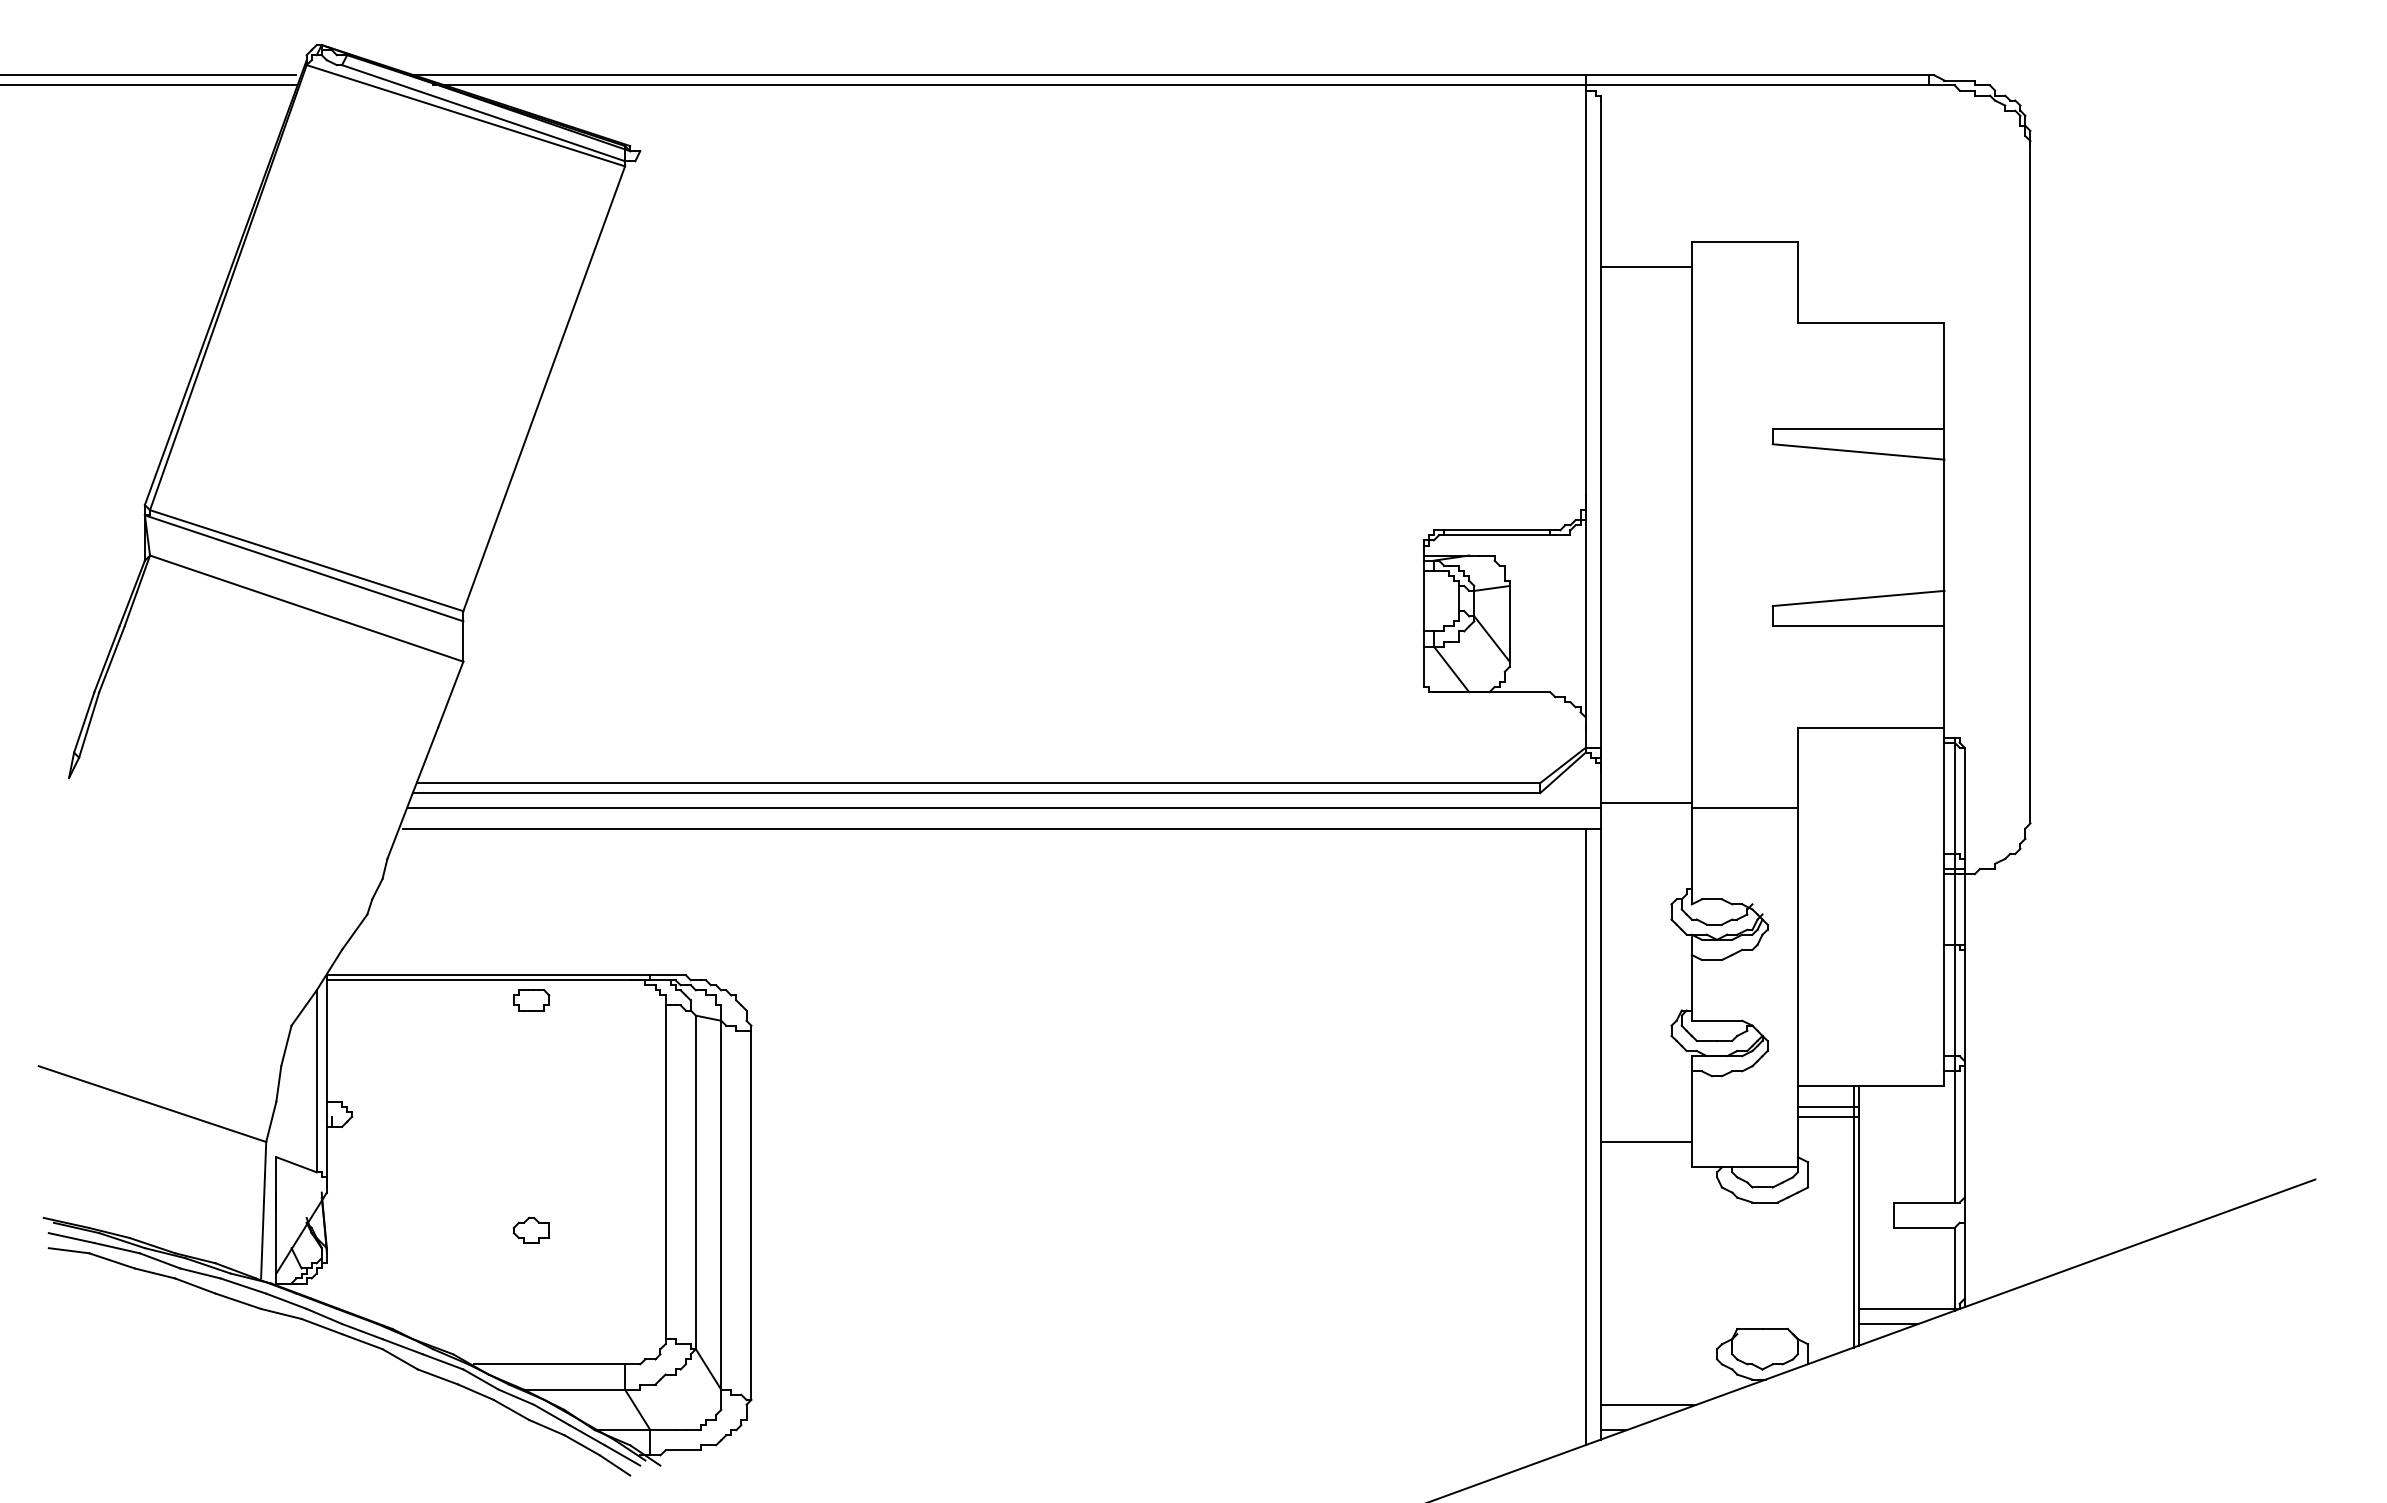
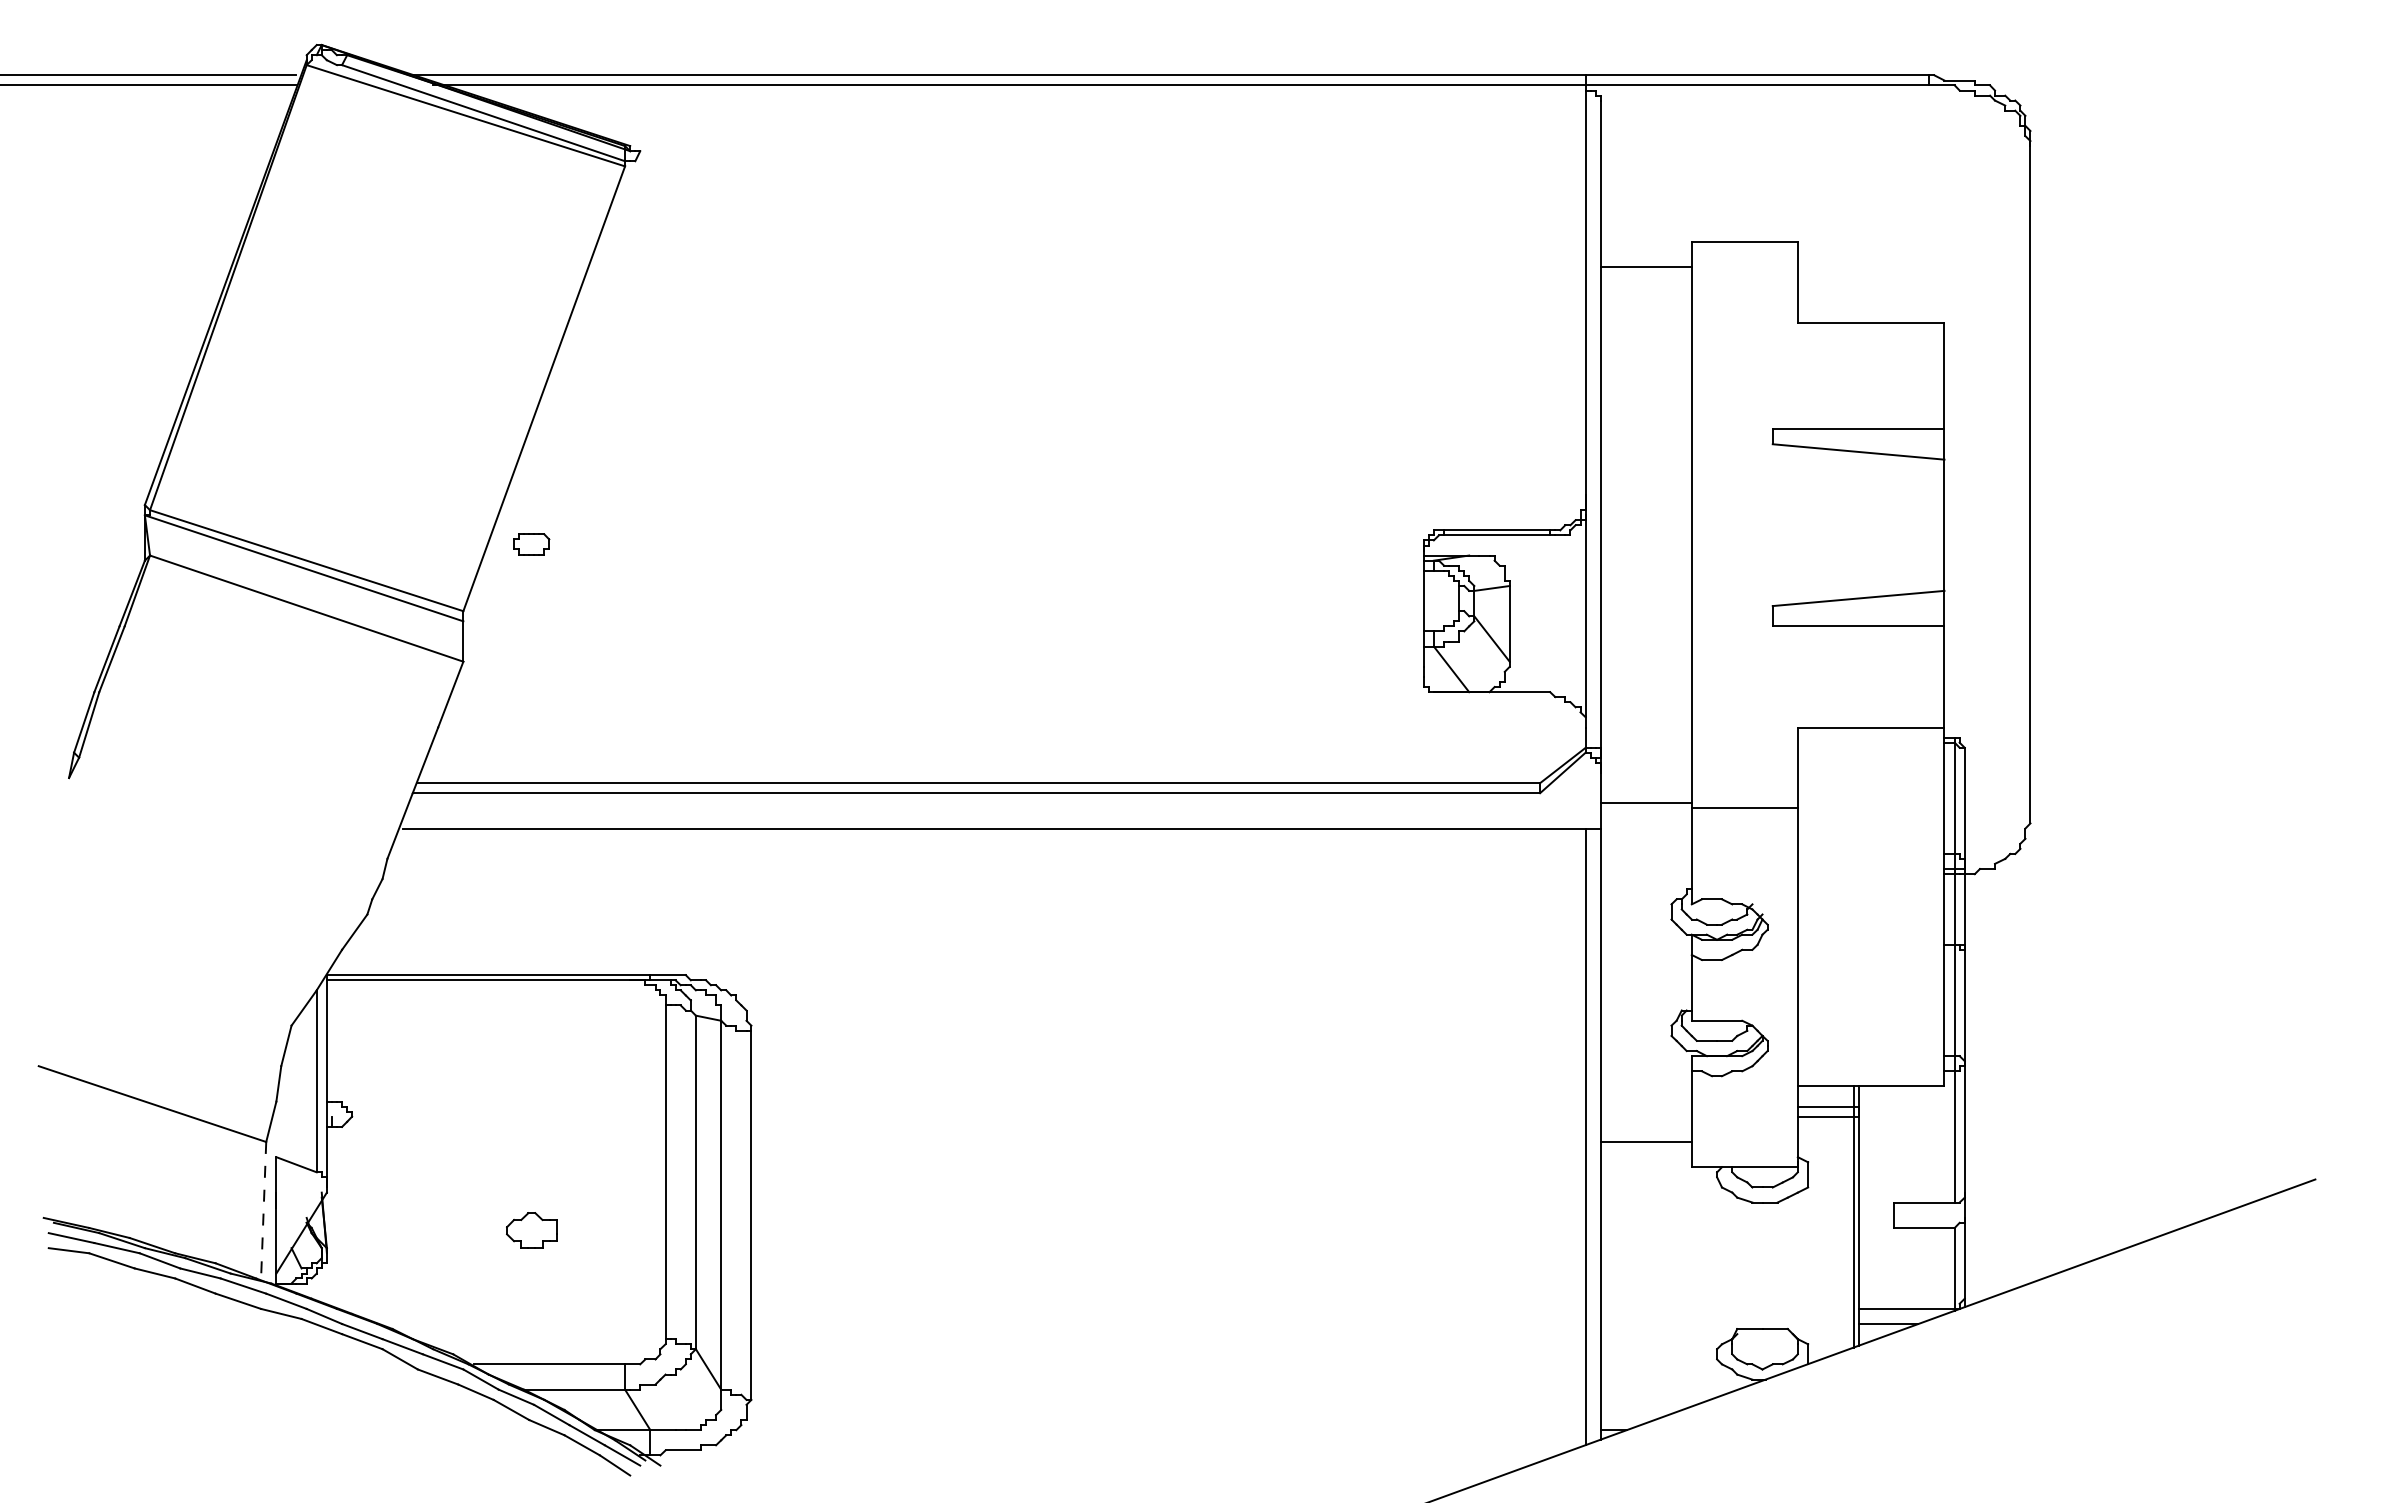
line at (1003, 808): present -> none
part at (531, 1000) position: (531, 1000) -> (531, 544)
line at (263, 1210): solid -> dashed
part at (530, 1229) size: 38x28 px -> 52x37 px
line at (1648, 1404): present -> none
